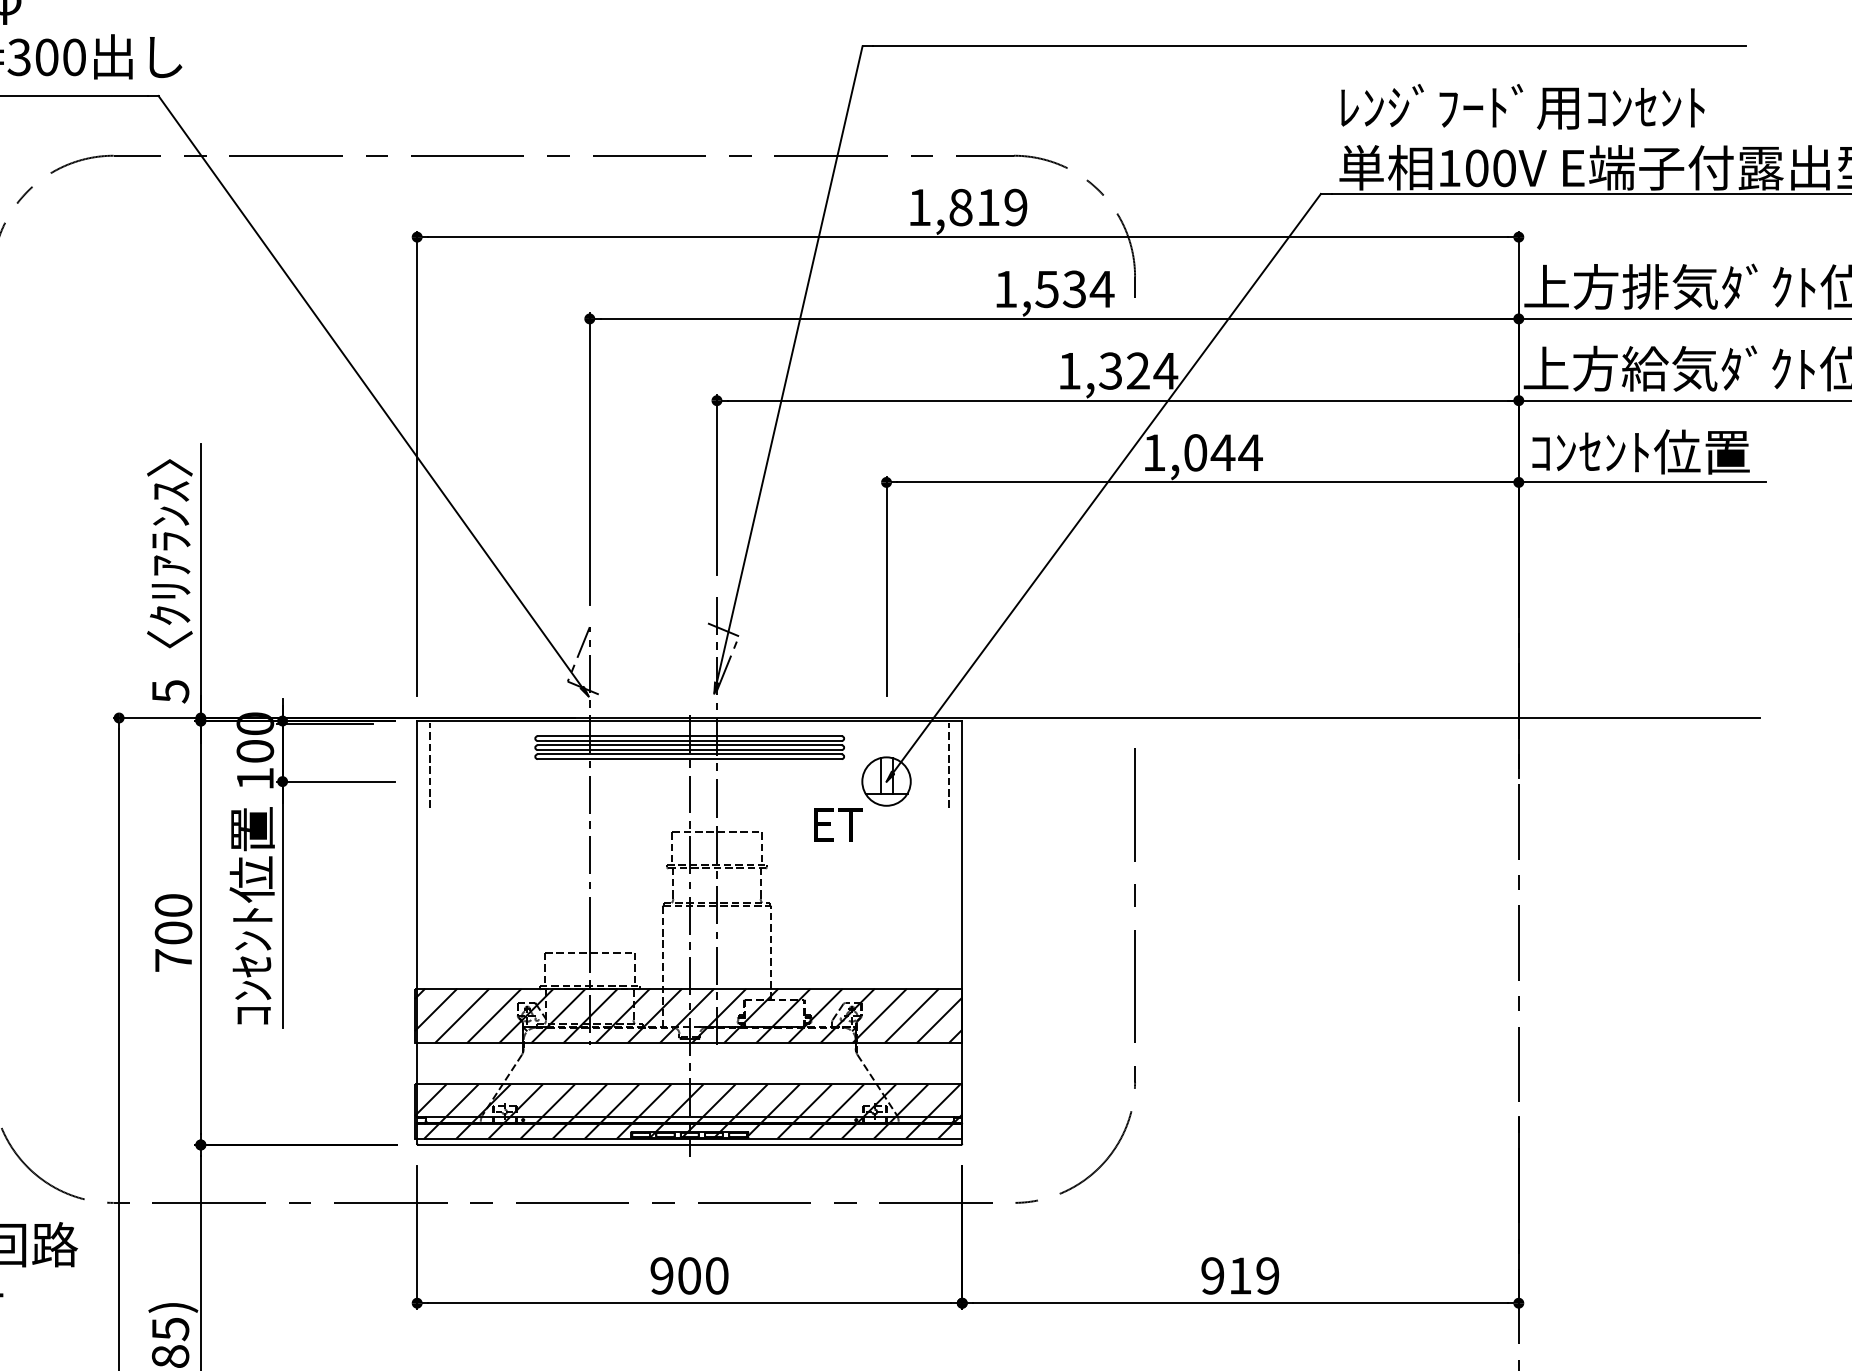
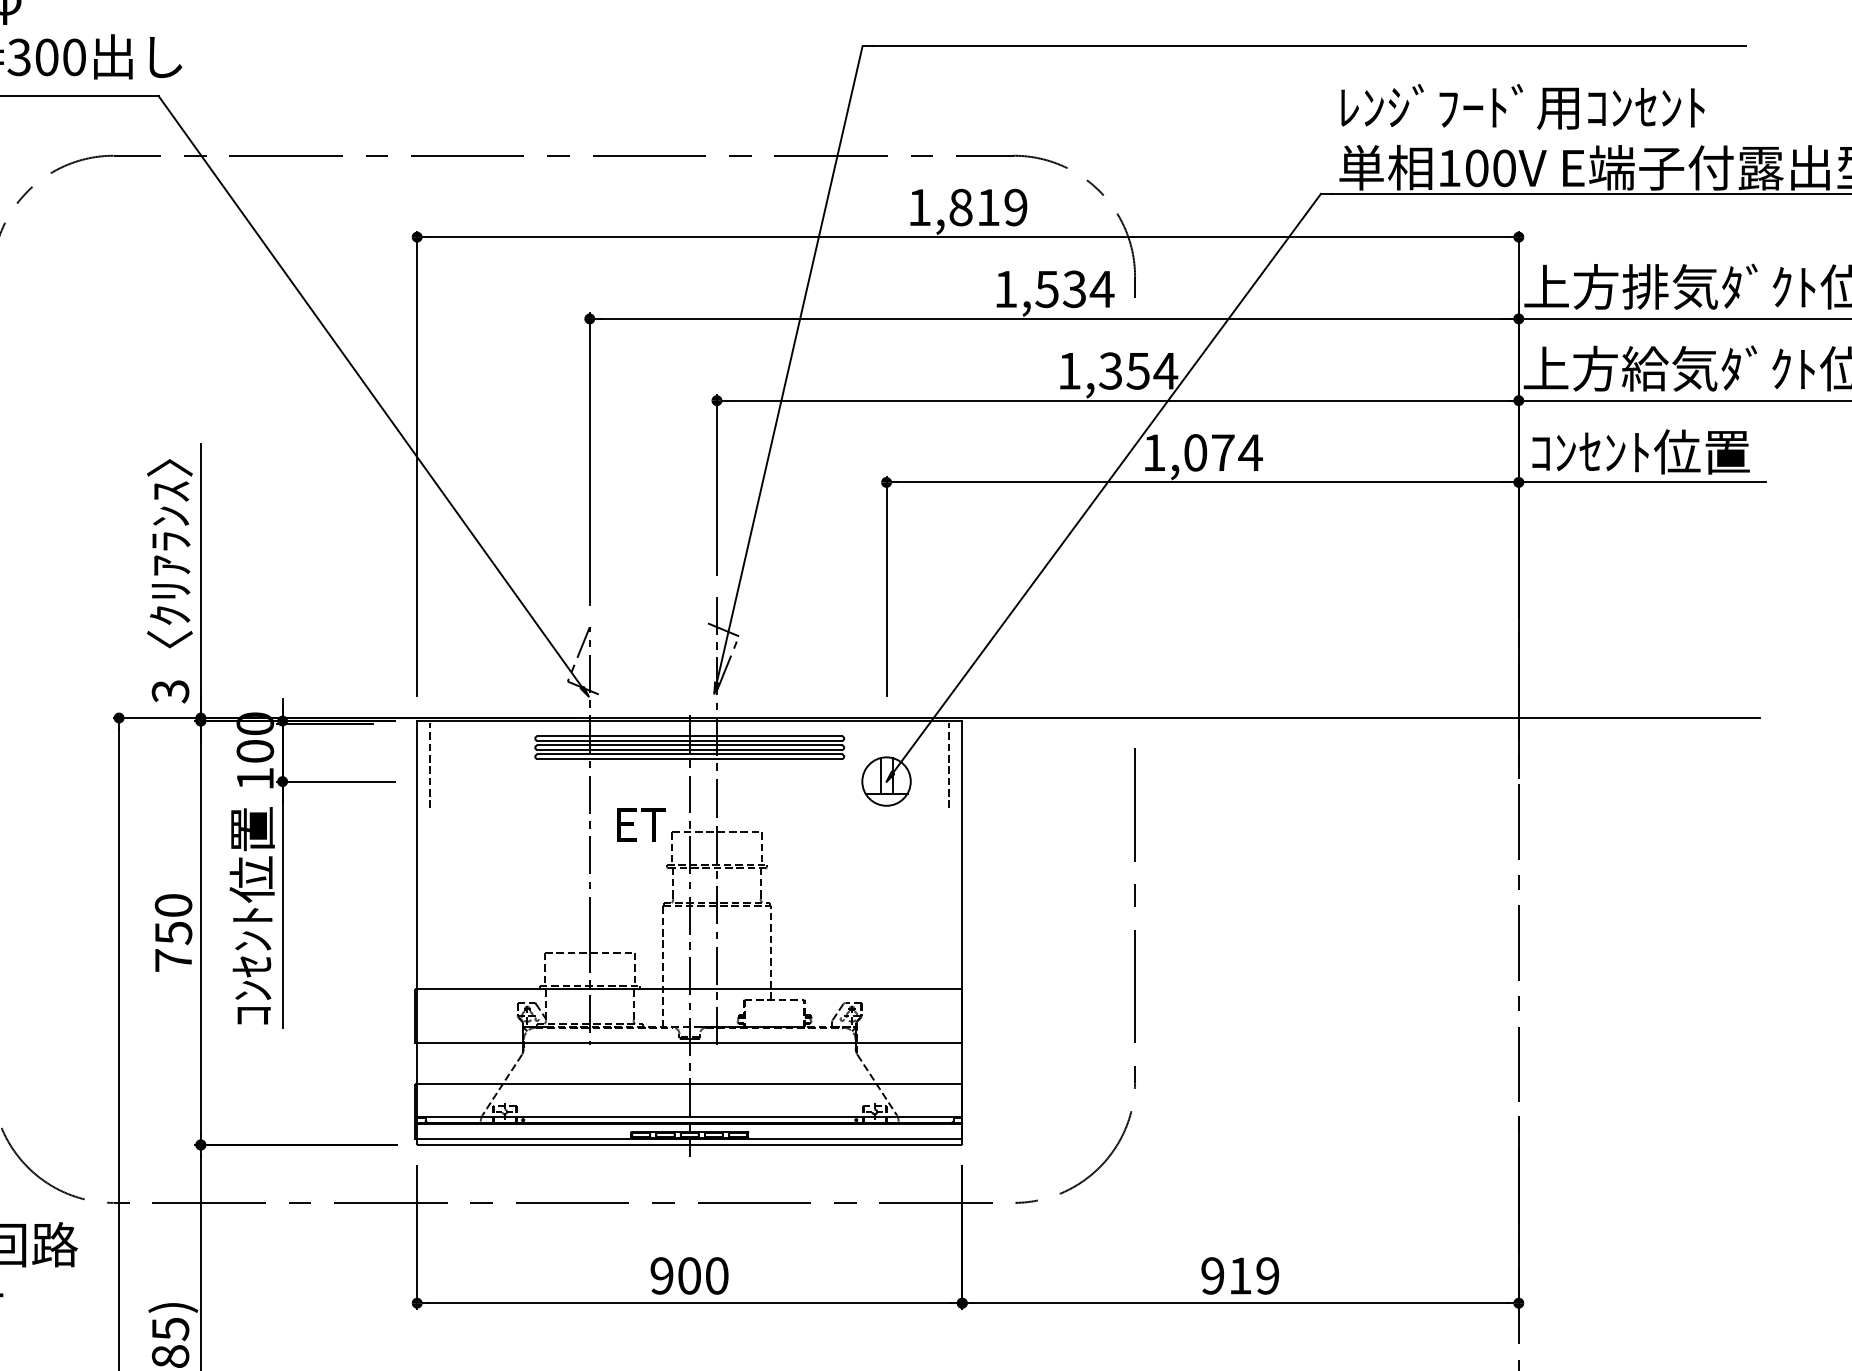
text at (1137, 370): 1,324 -> 1,354
text at (1222, 452): 1,044 -> 1,074
text at (170, 691): 5 -> 3
text at (838, 824) position: (838, 824) -> (641, 824)
text at (173, 933): 700 -> 750
hatch at (688, 1015): present -> none
hatch at (688, 1111): present -> none
